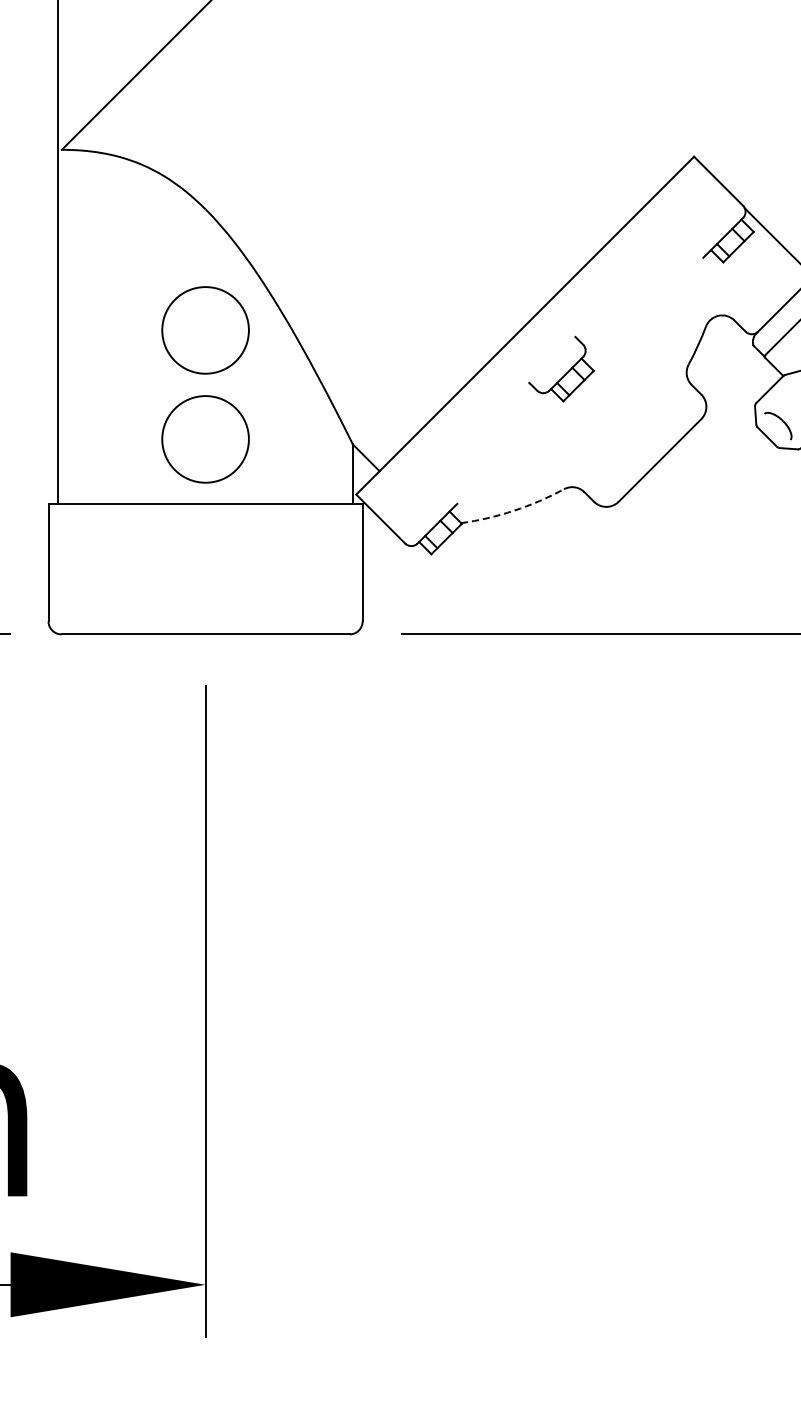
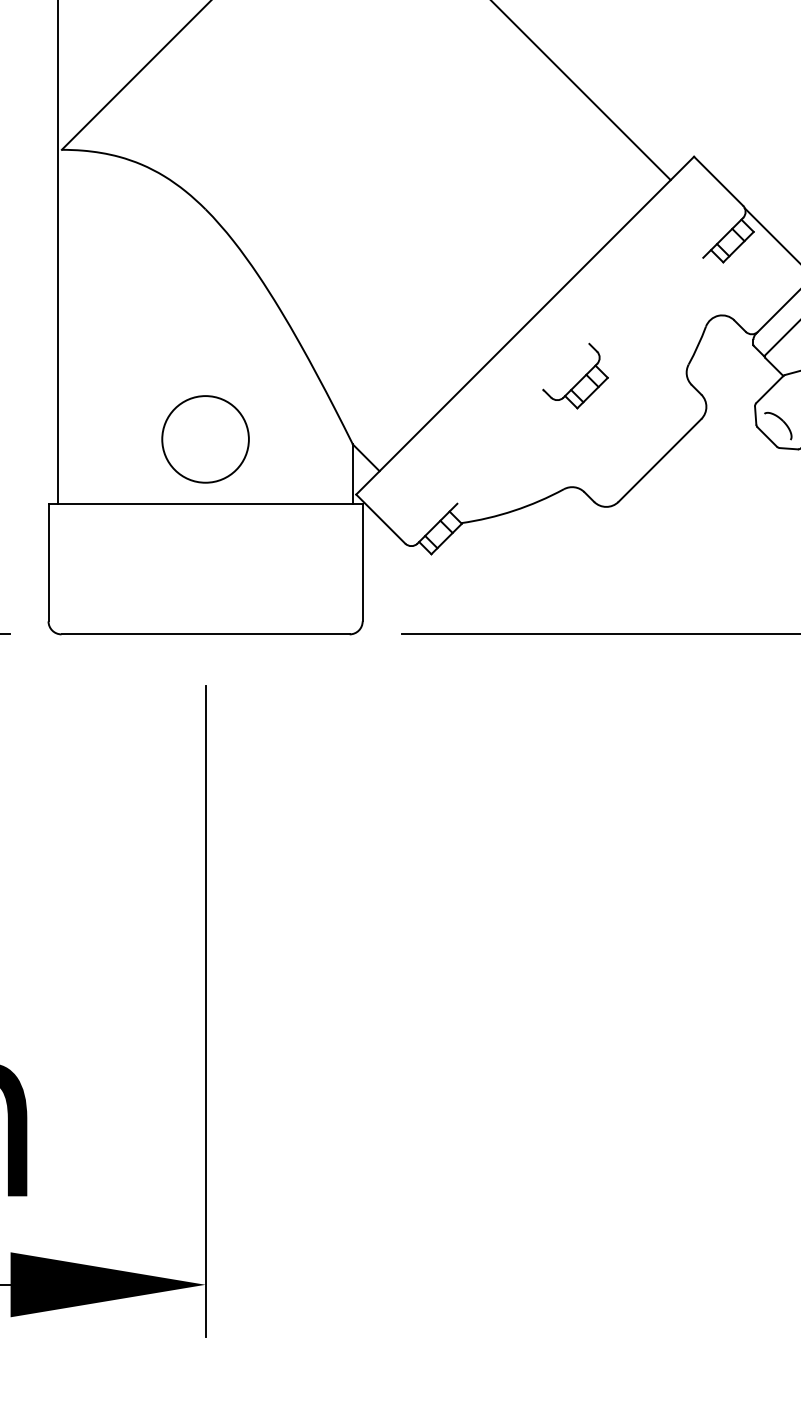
line at (581, 91): none -> present
circle at (205, 330): present -> none
part at (566, 372) position: (566, 372) -> (580, 379)
arc at (514, 510): dashed -> solid
